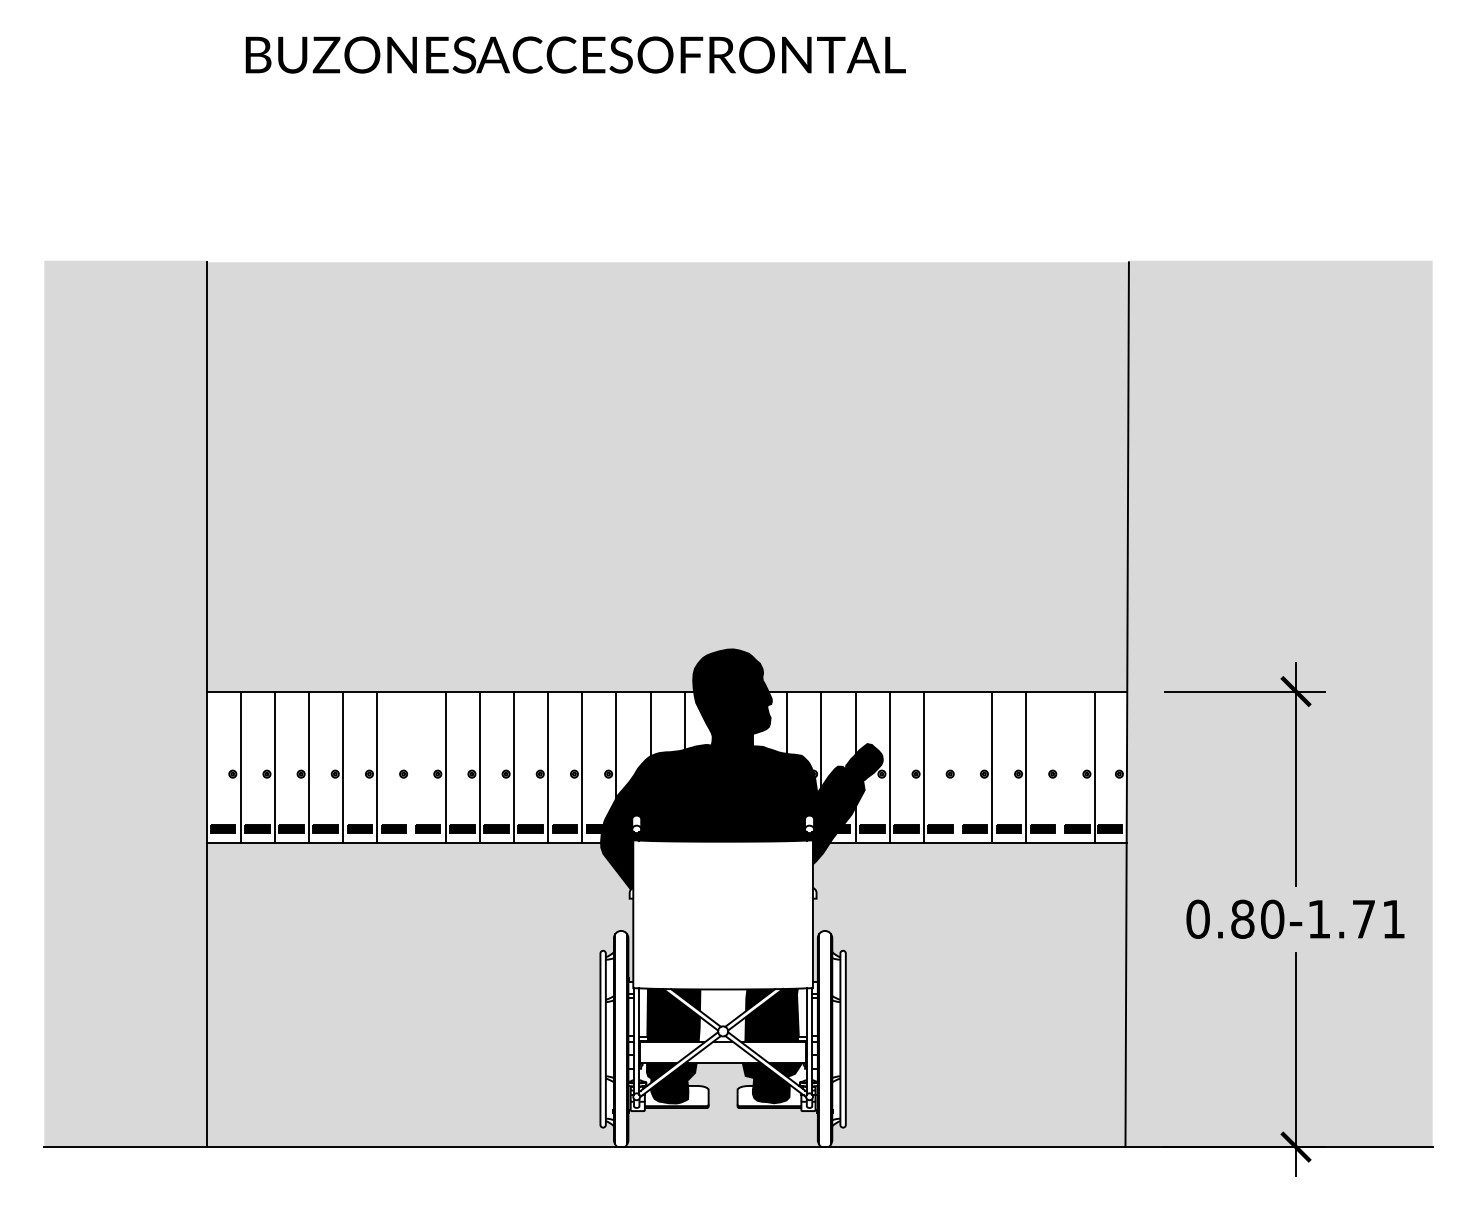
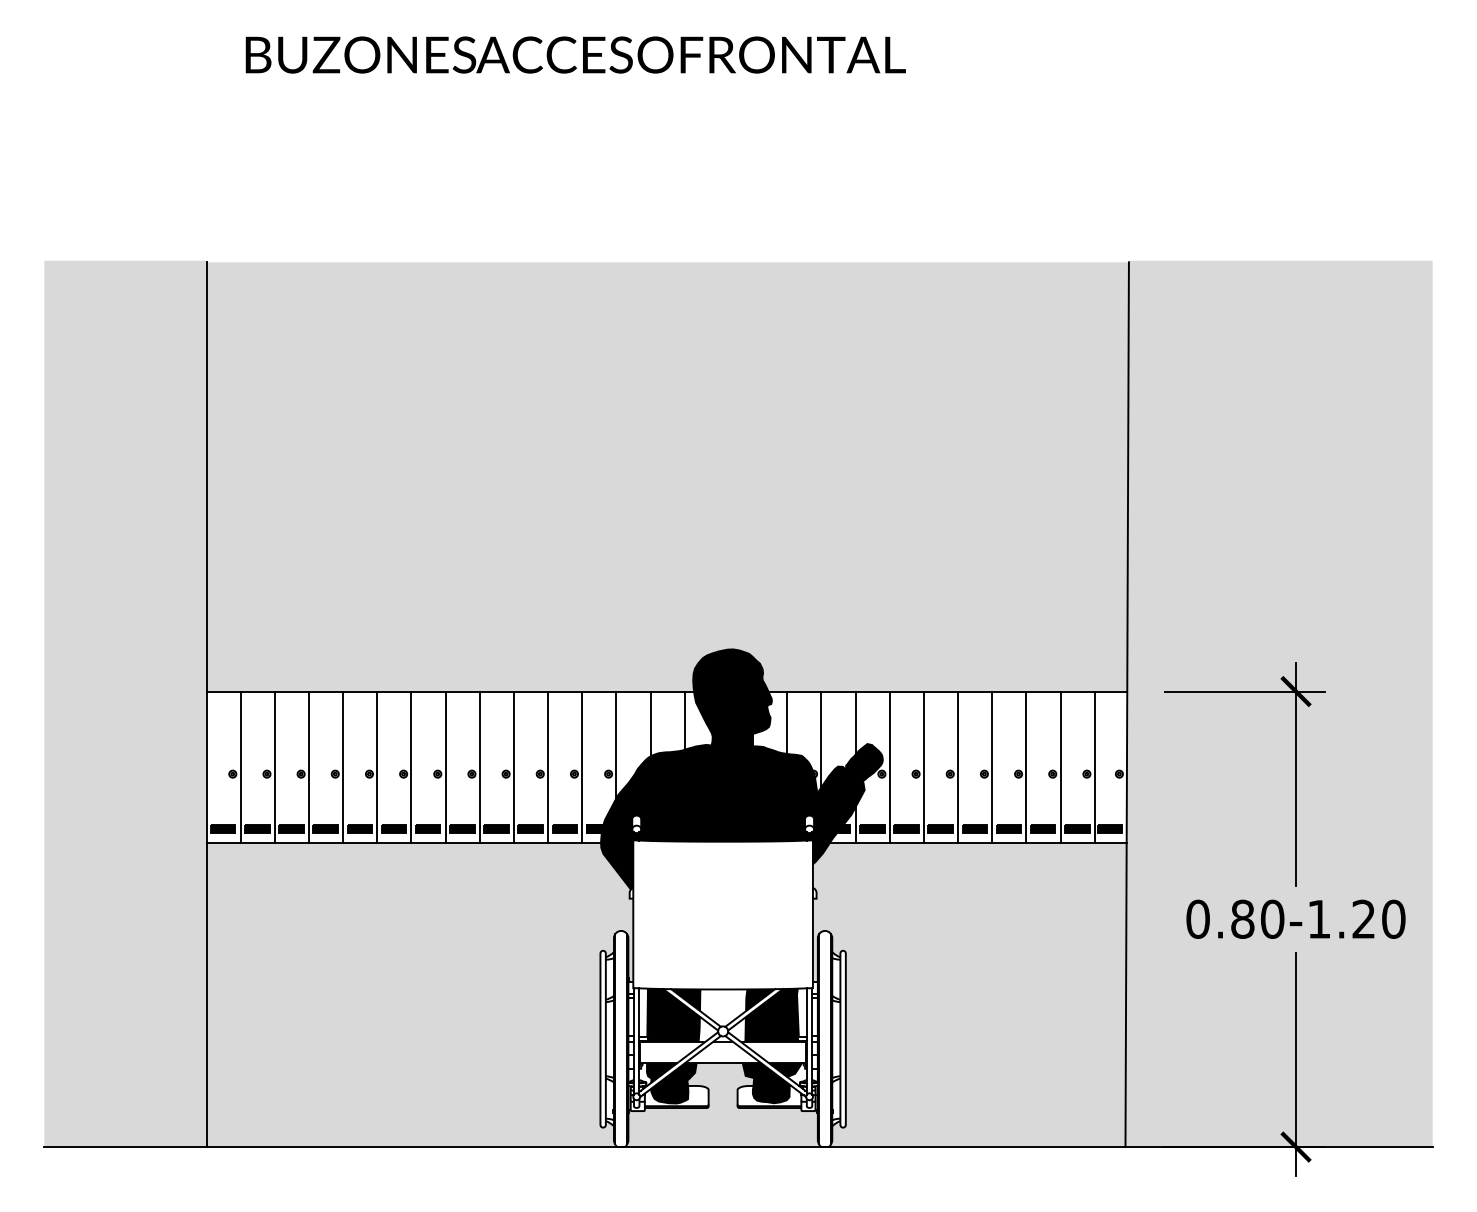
line at (411, 767): none -> present
line at (958, 767): none -> present
line at (1060, 767): none -> present
text at (1378, 918): 0.80-1.71 -> 0.80-1.20
